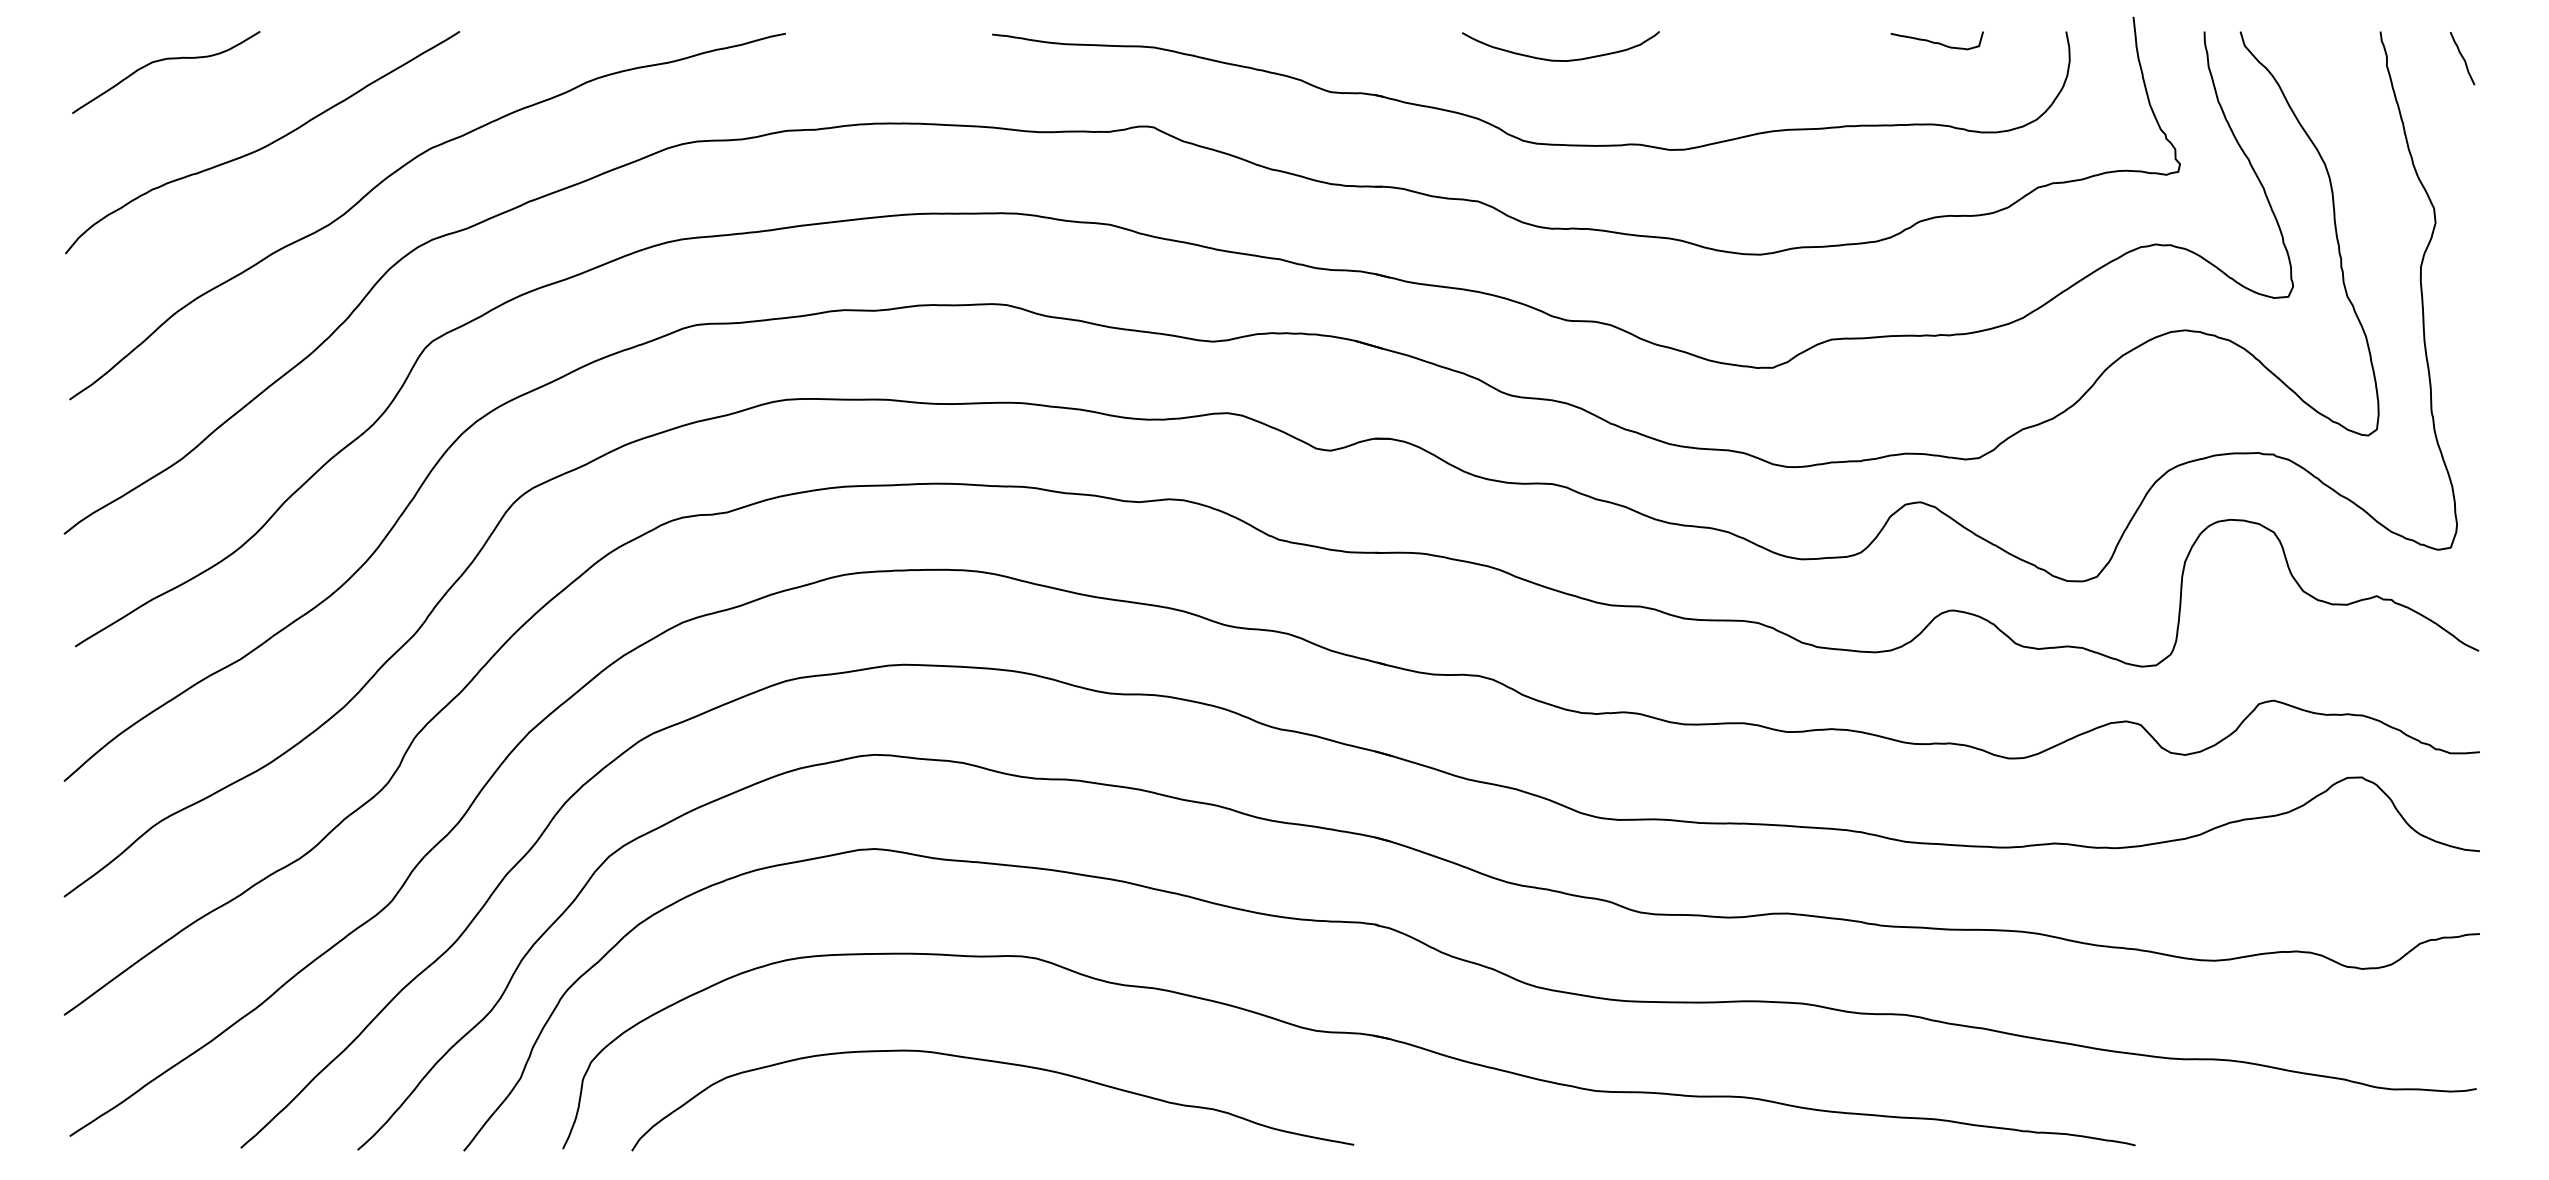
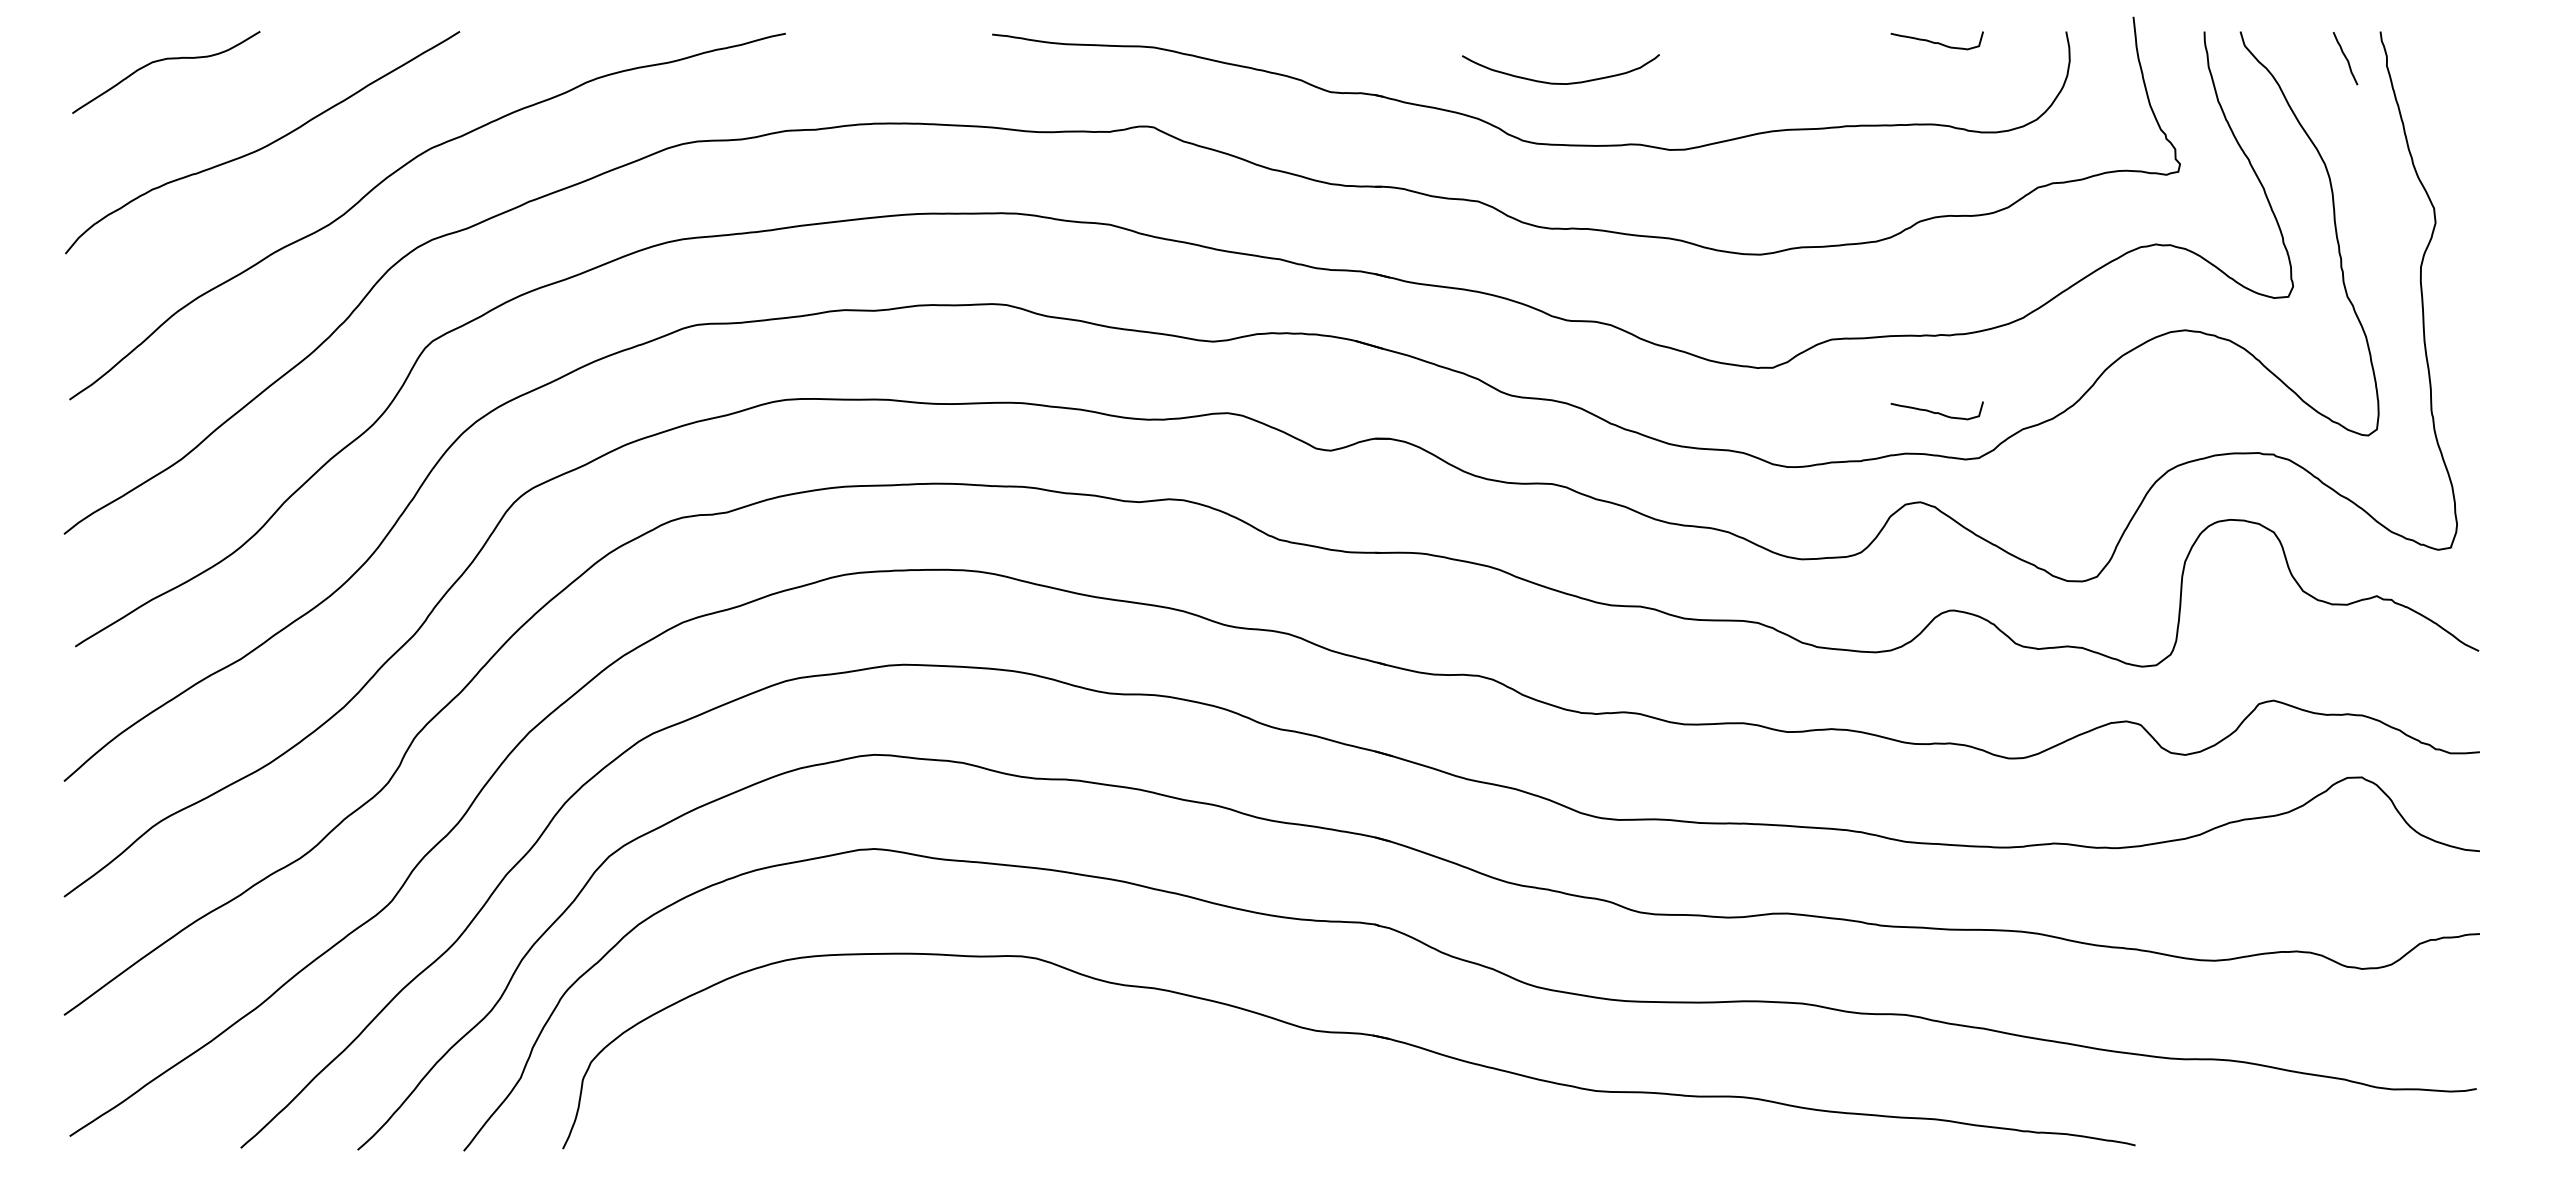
curve at (2462, 58) position: (2462, 58) -> (2345, 58)
curve at (1556, 59) position: (1556, 59) -> (1556, 82)
curve at (1936, 412): none -> present
curve at (999, 1063): present -> none
